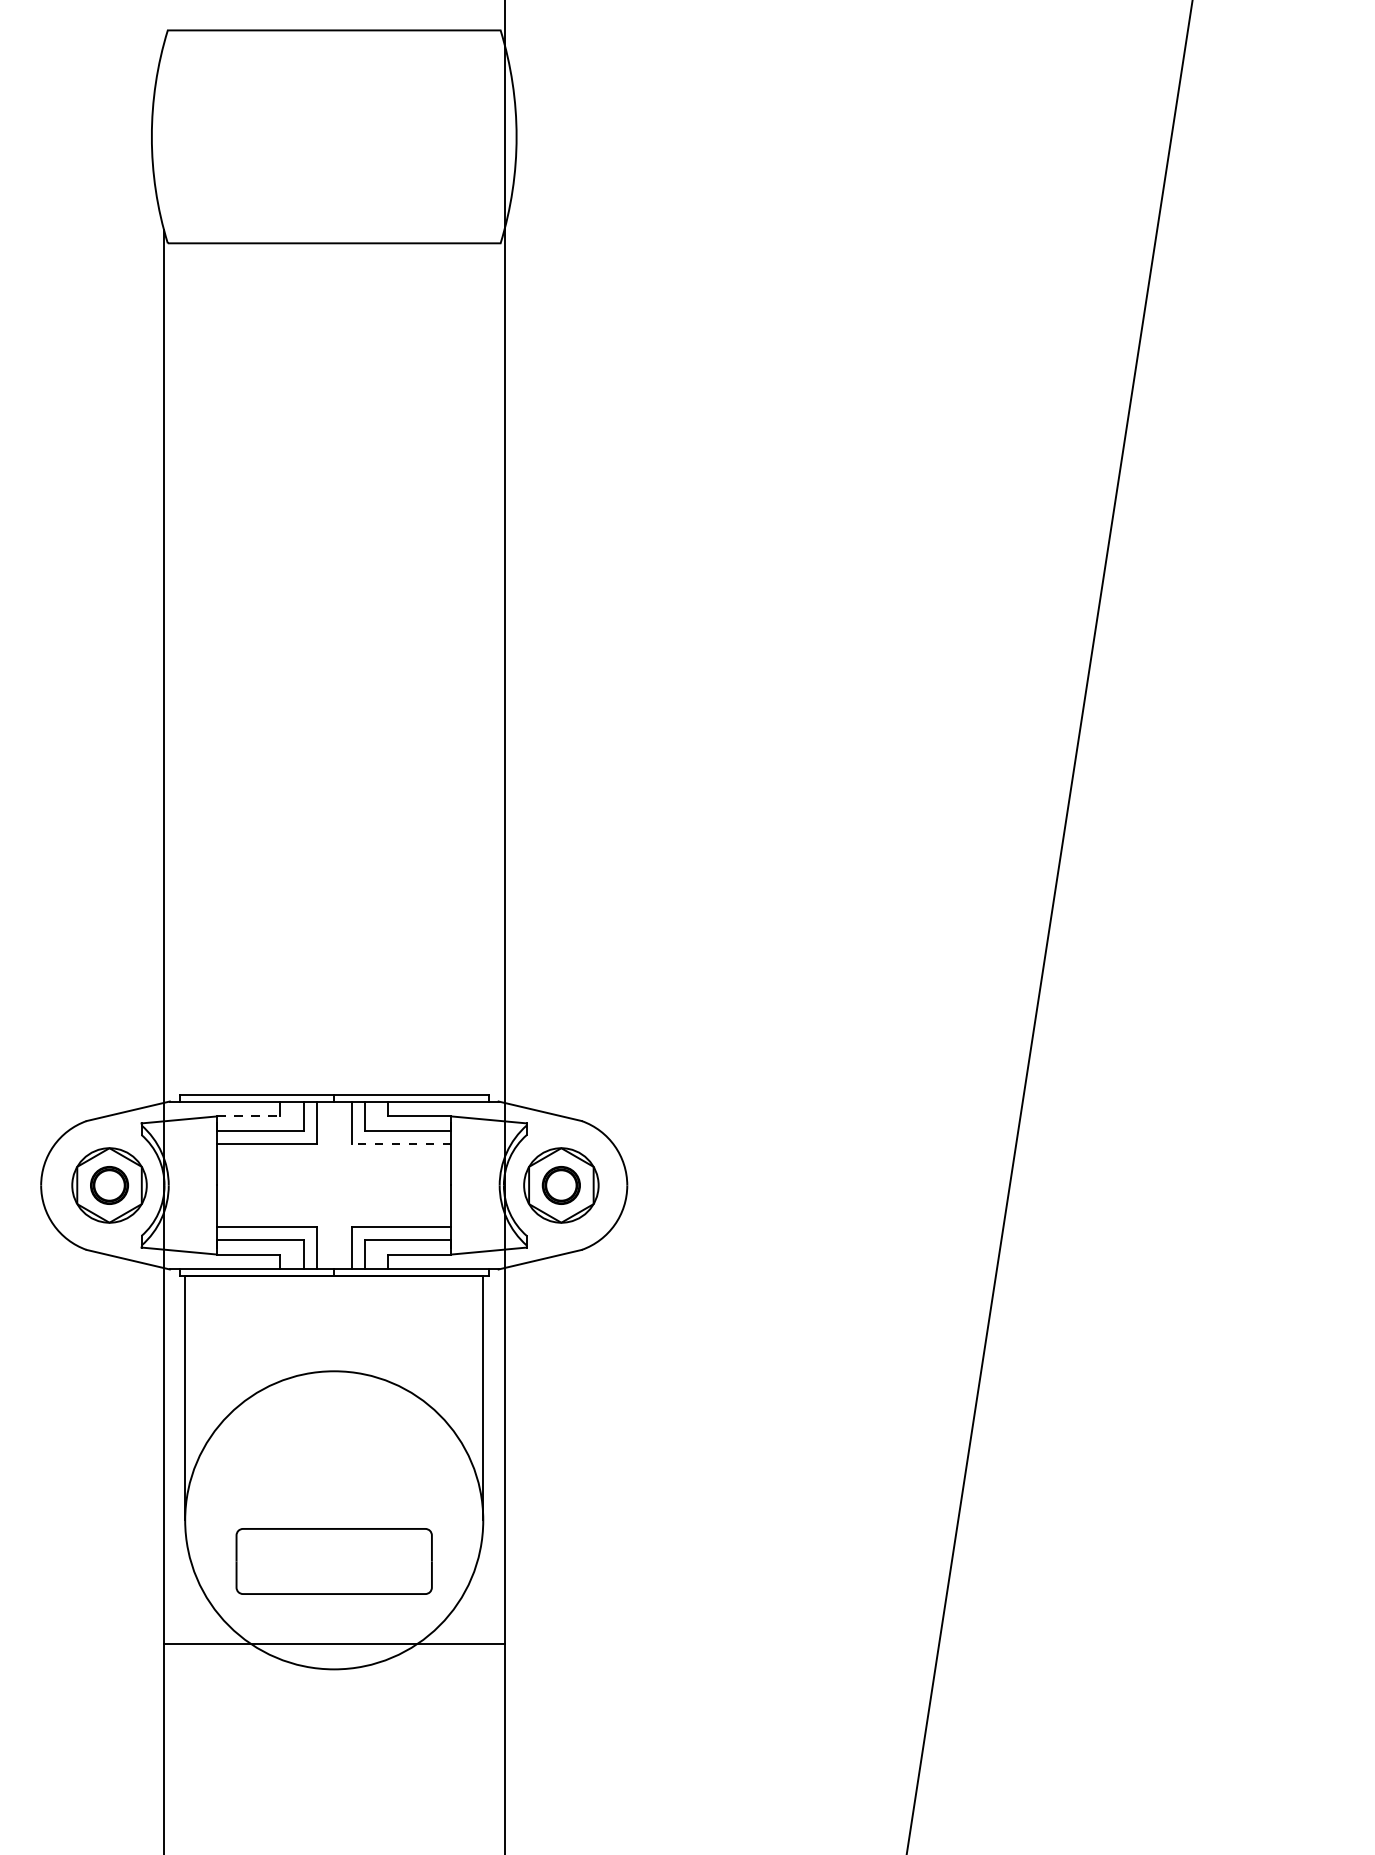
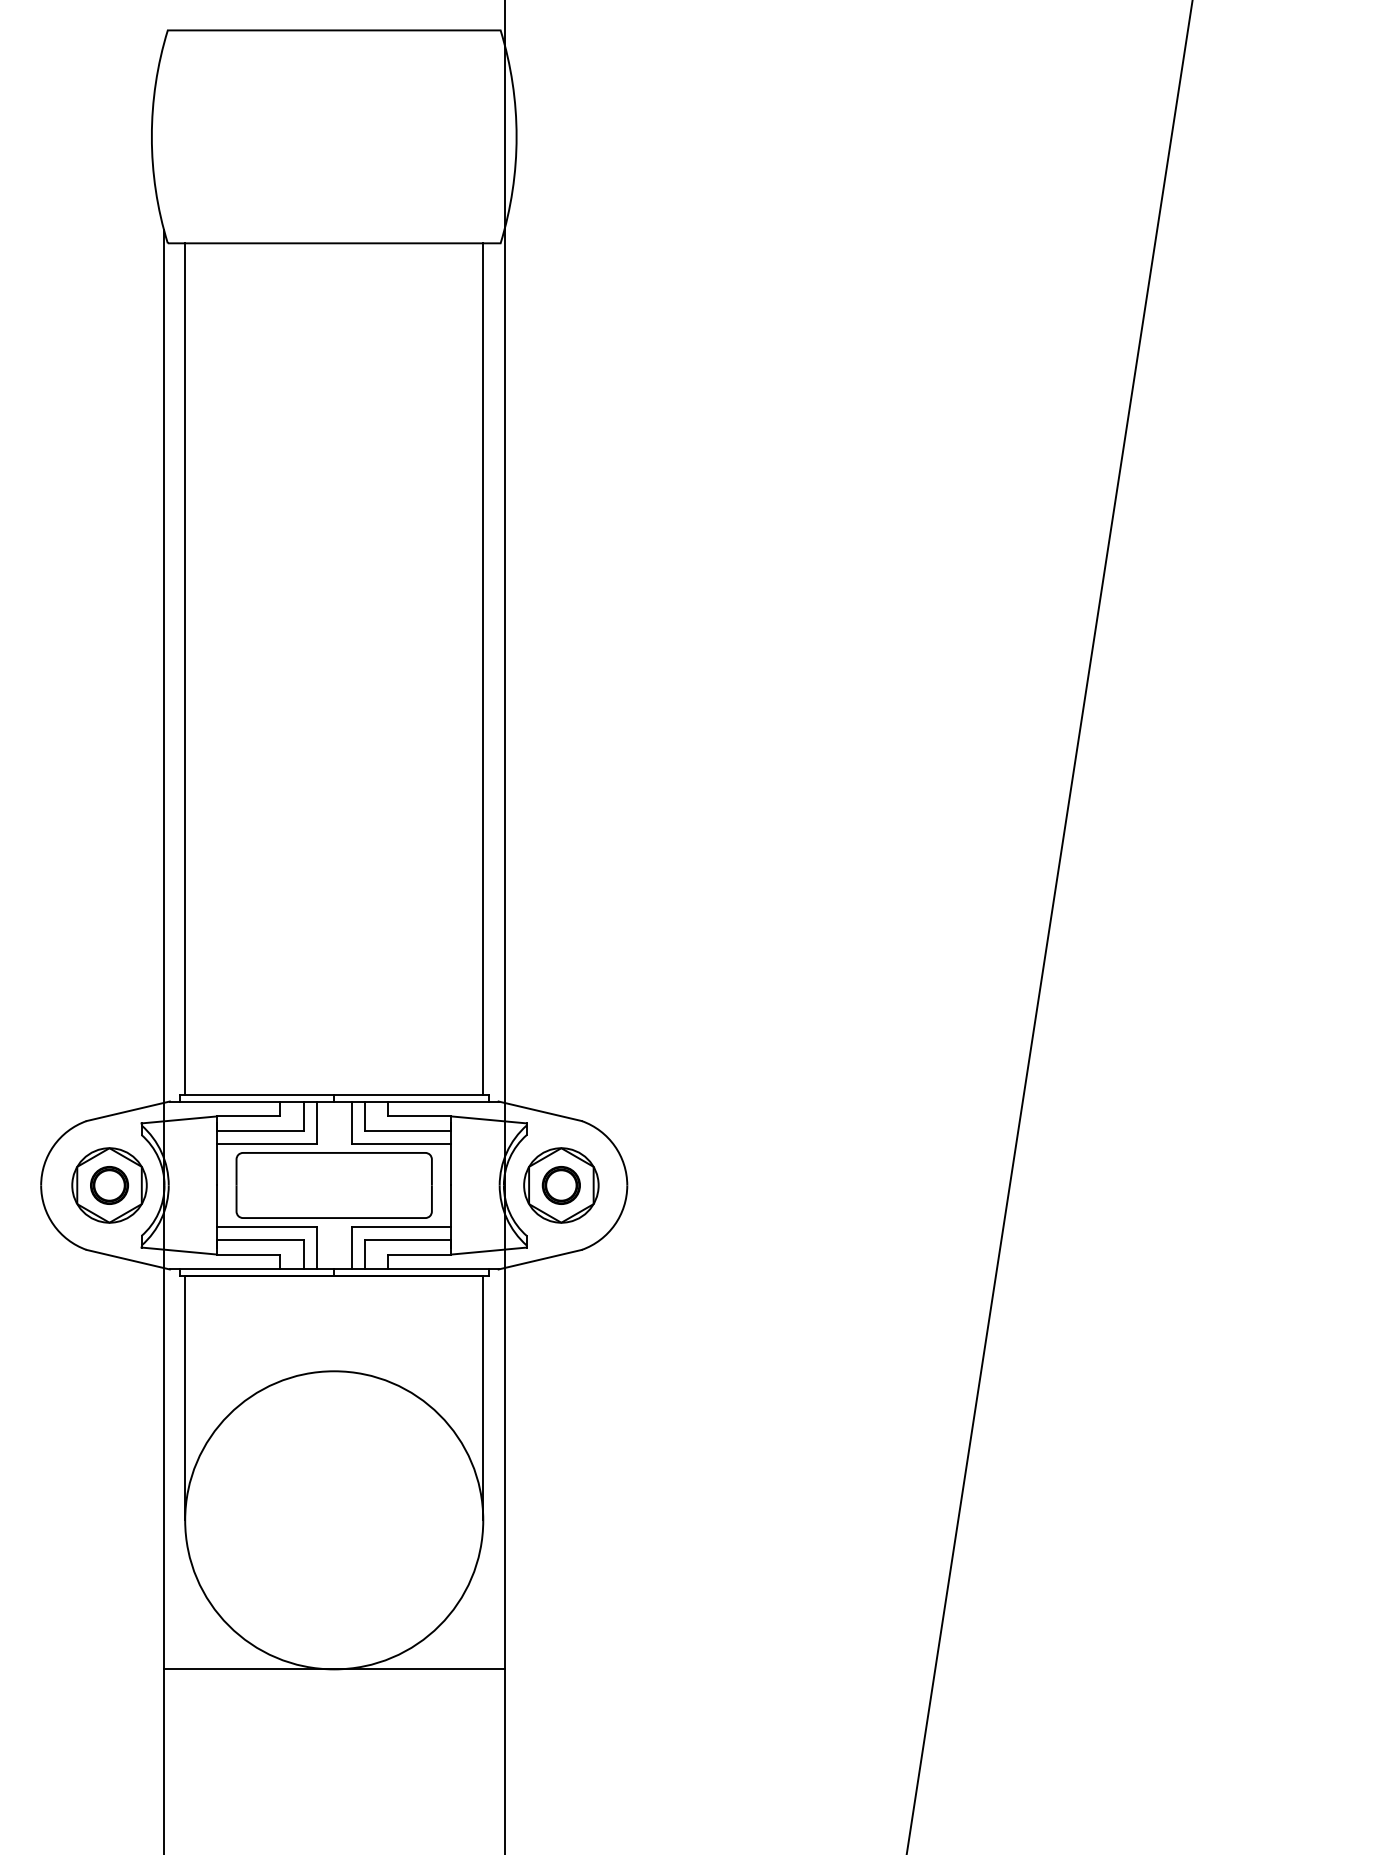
line at (185, 669): none -> present
line at (483, 669): none -> present
line at (248, 1116): dashed -> solid
line at (401, 1143): dashed -> solid
part at (333, 1561) position: (333, 1561) -> (333, 1185)
line at (333, 1644) position: (333, 1644) -> (333, 1669)
